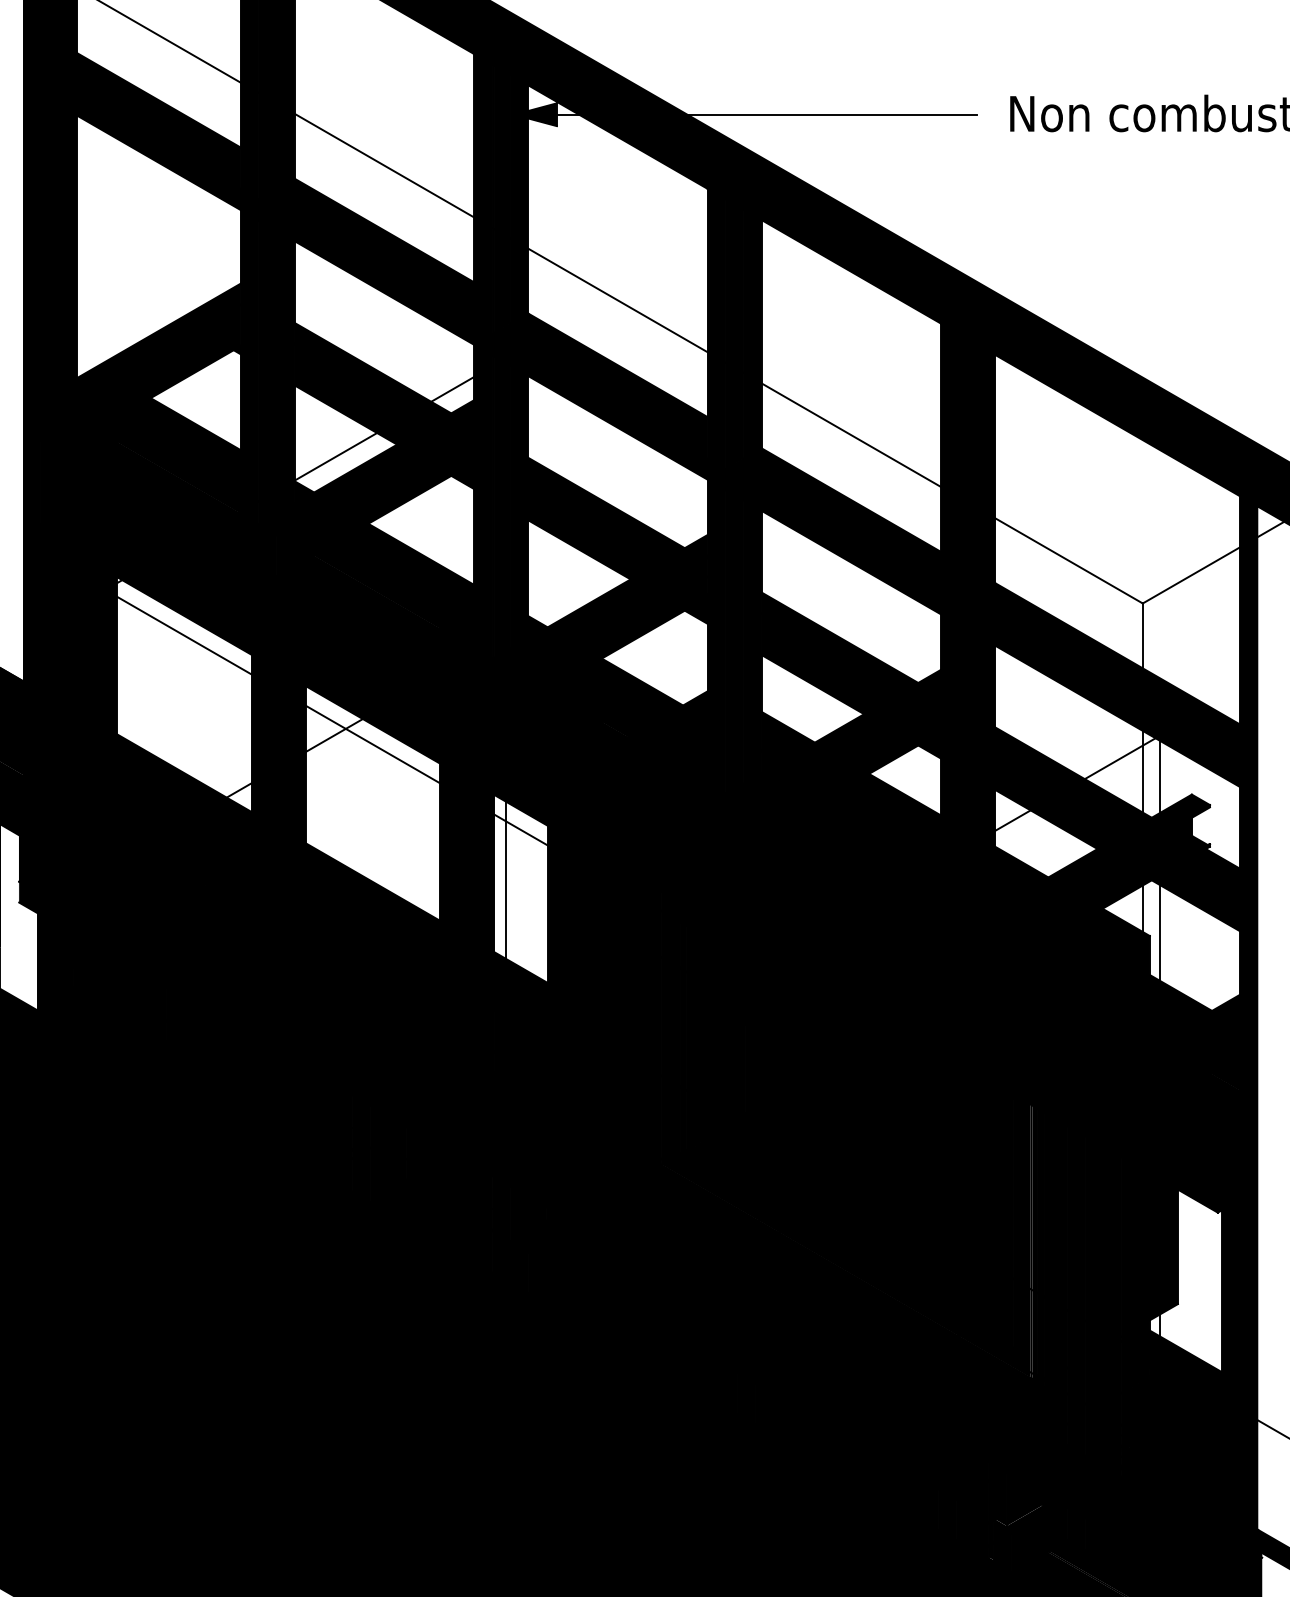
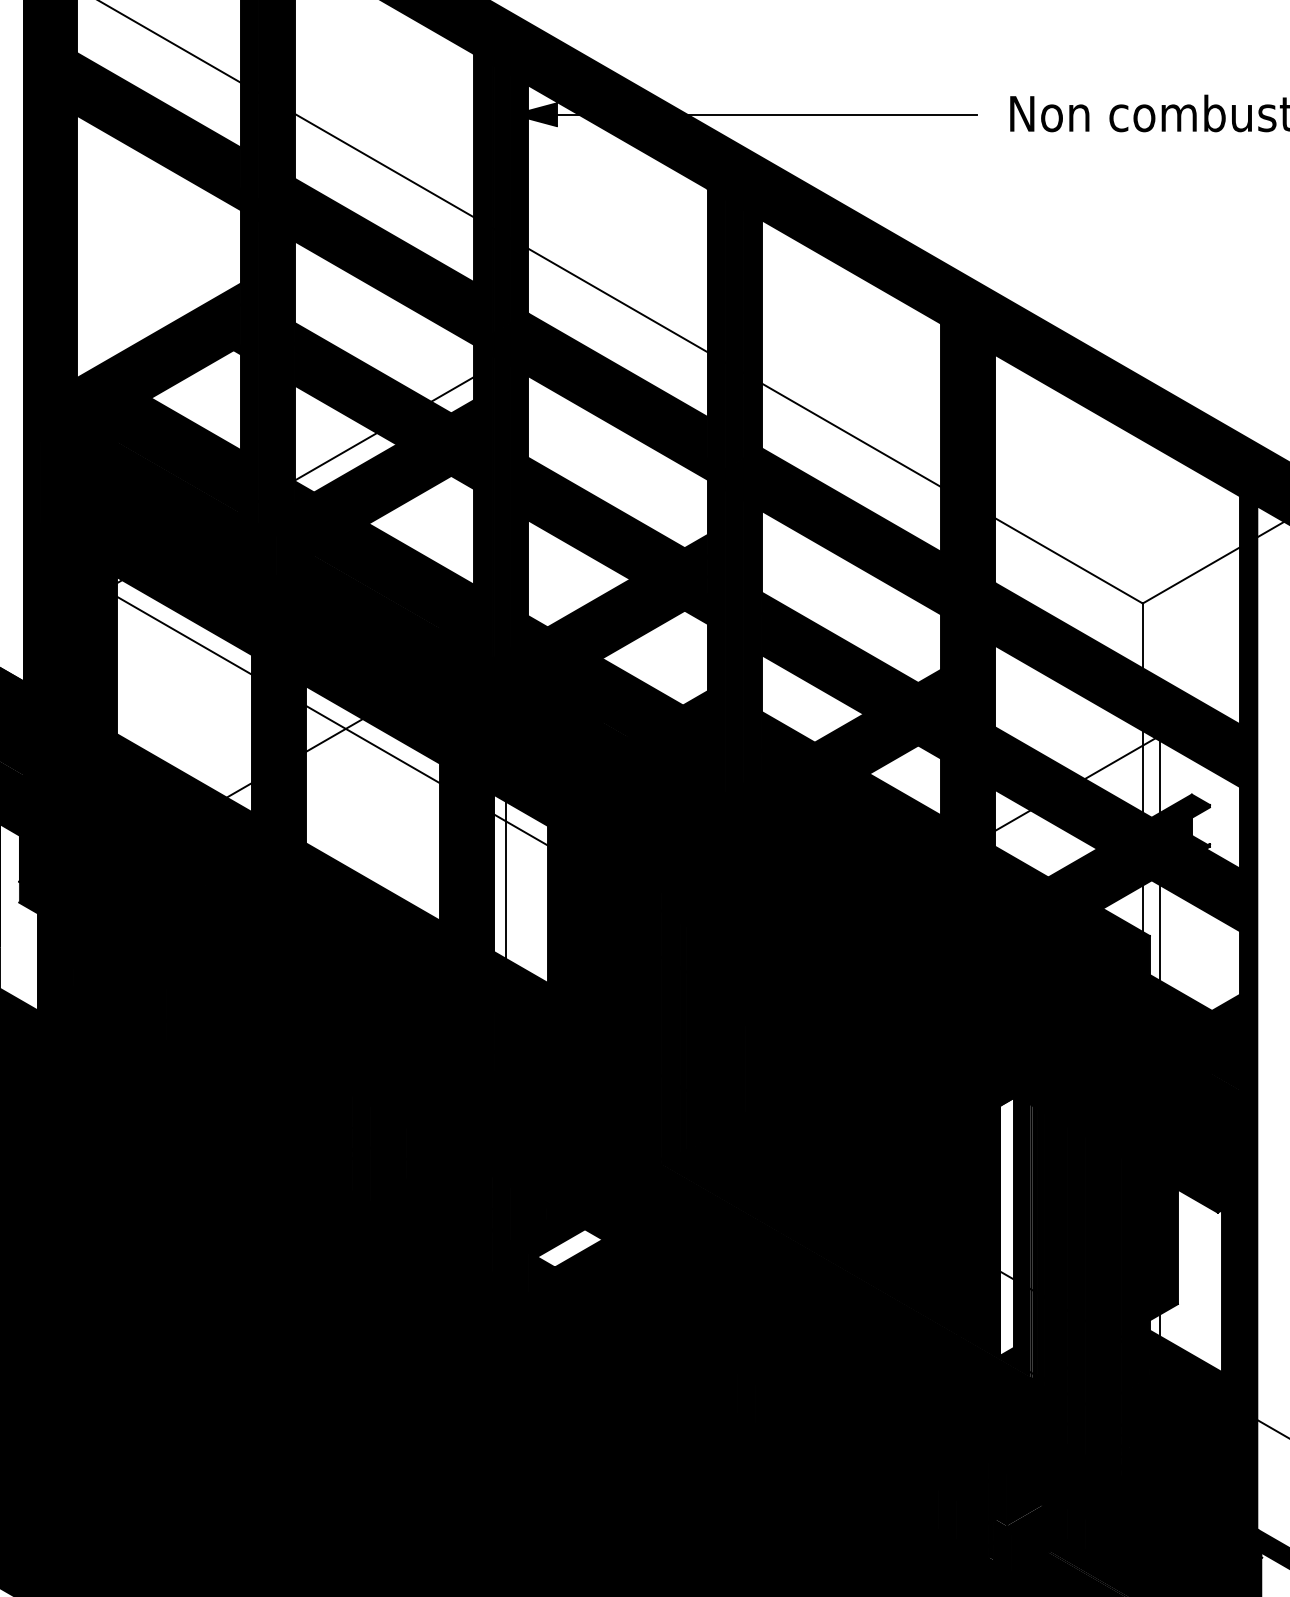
fill at (1006, 1226): present -> none
fill at (569, 1248): present -> none
